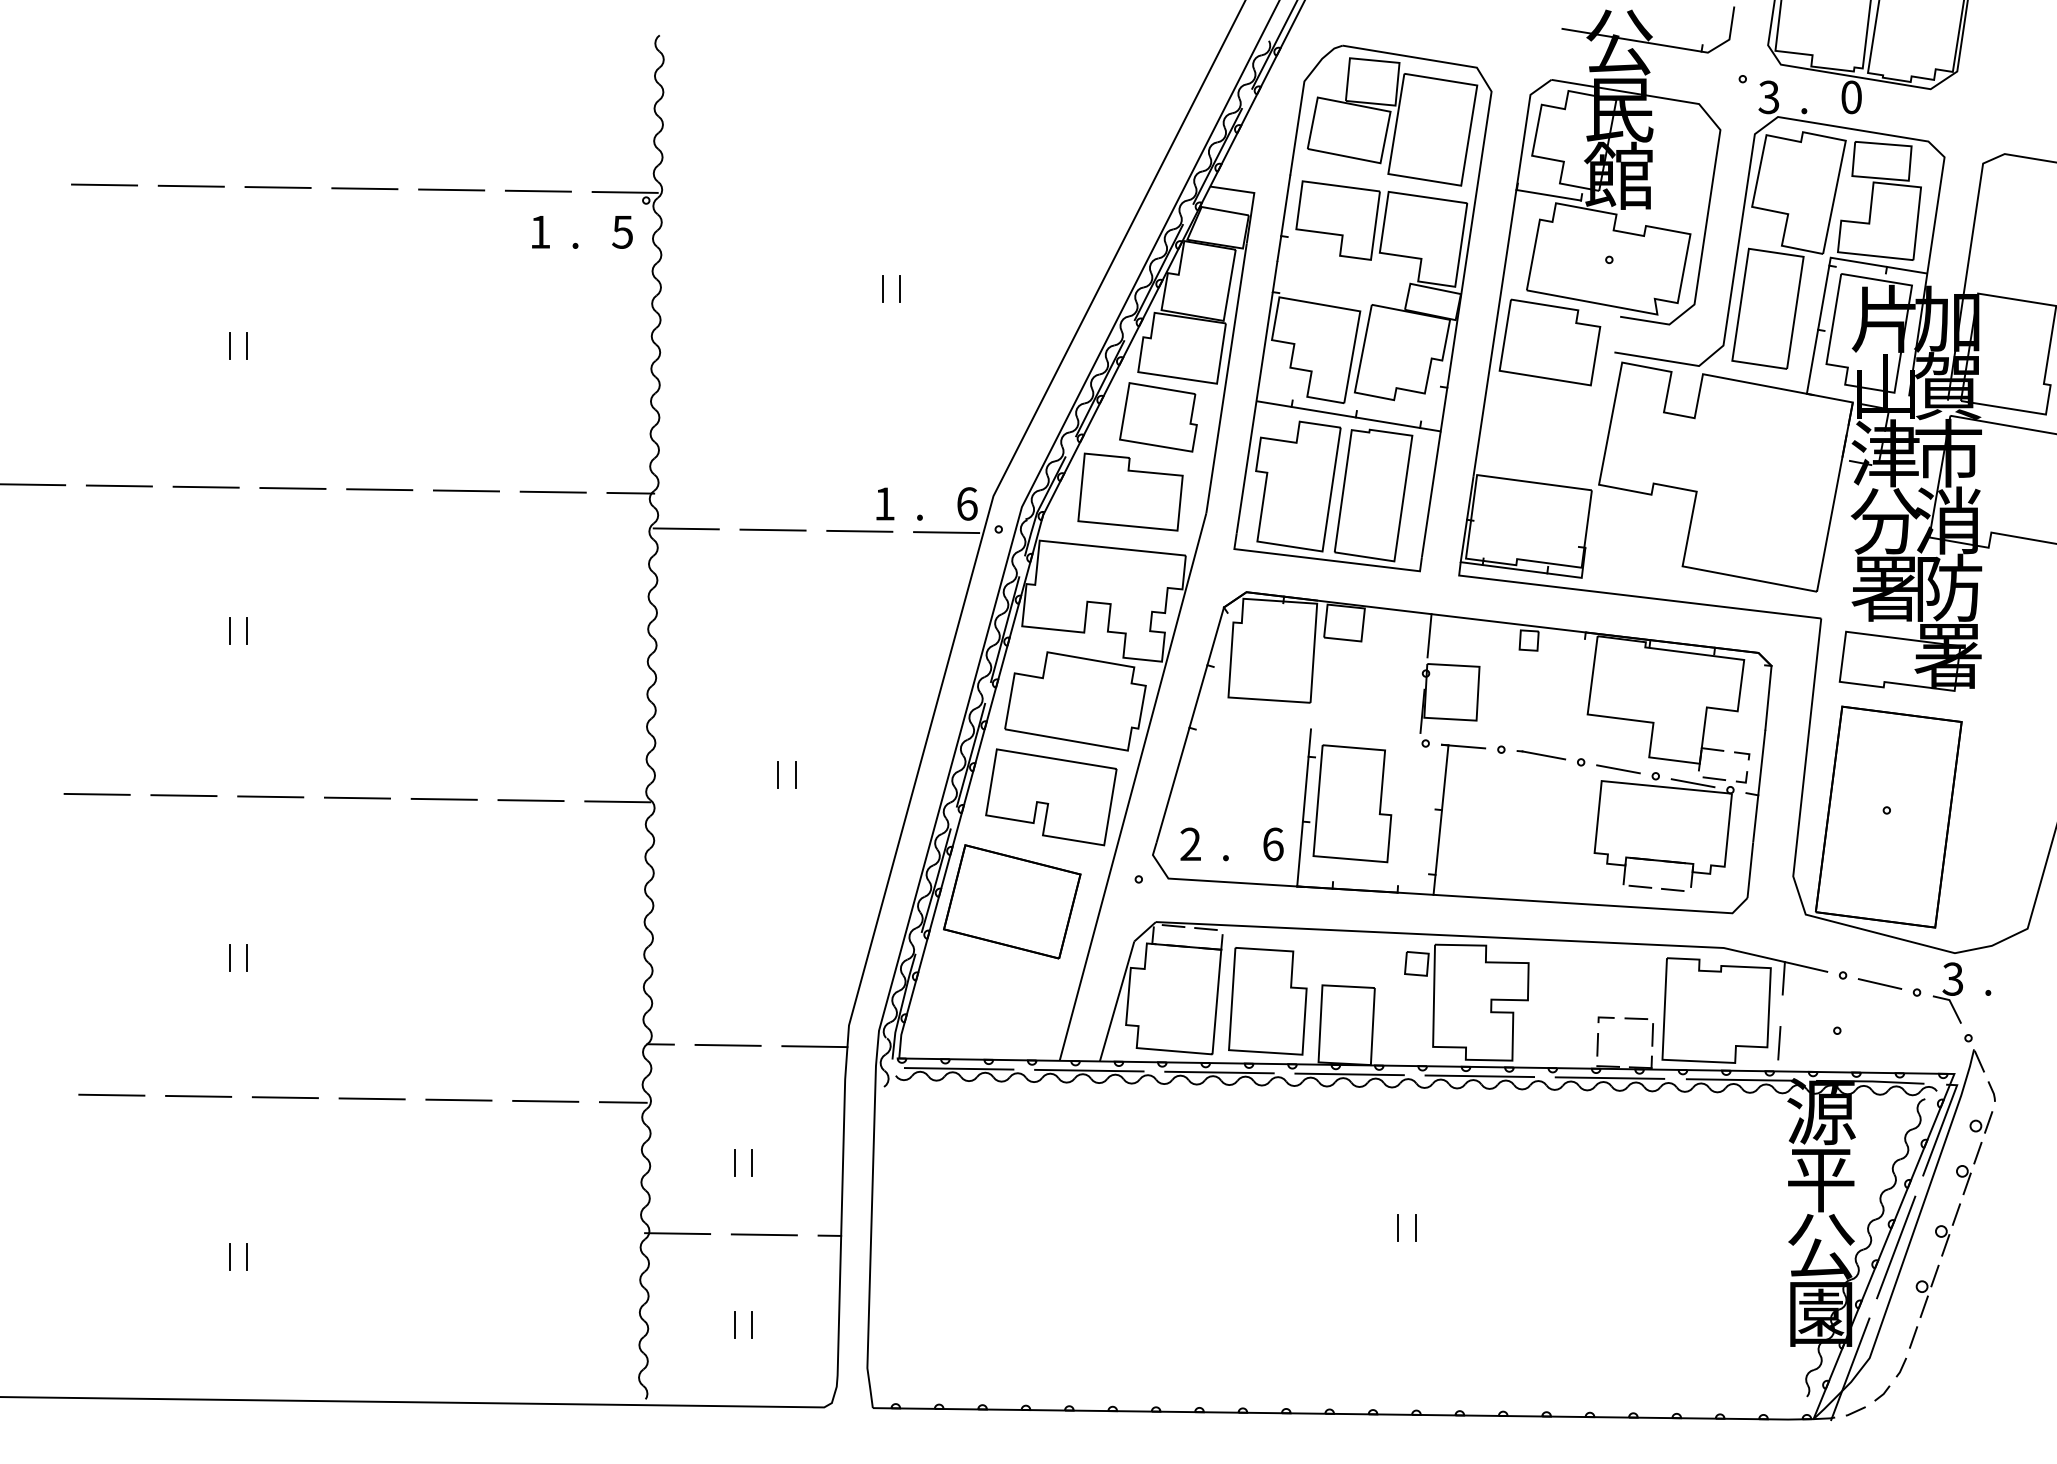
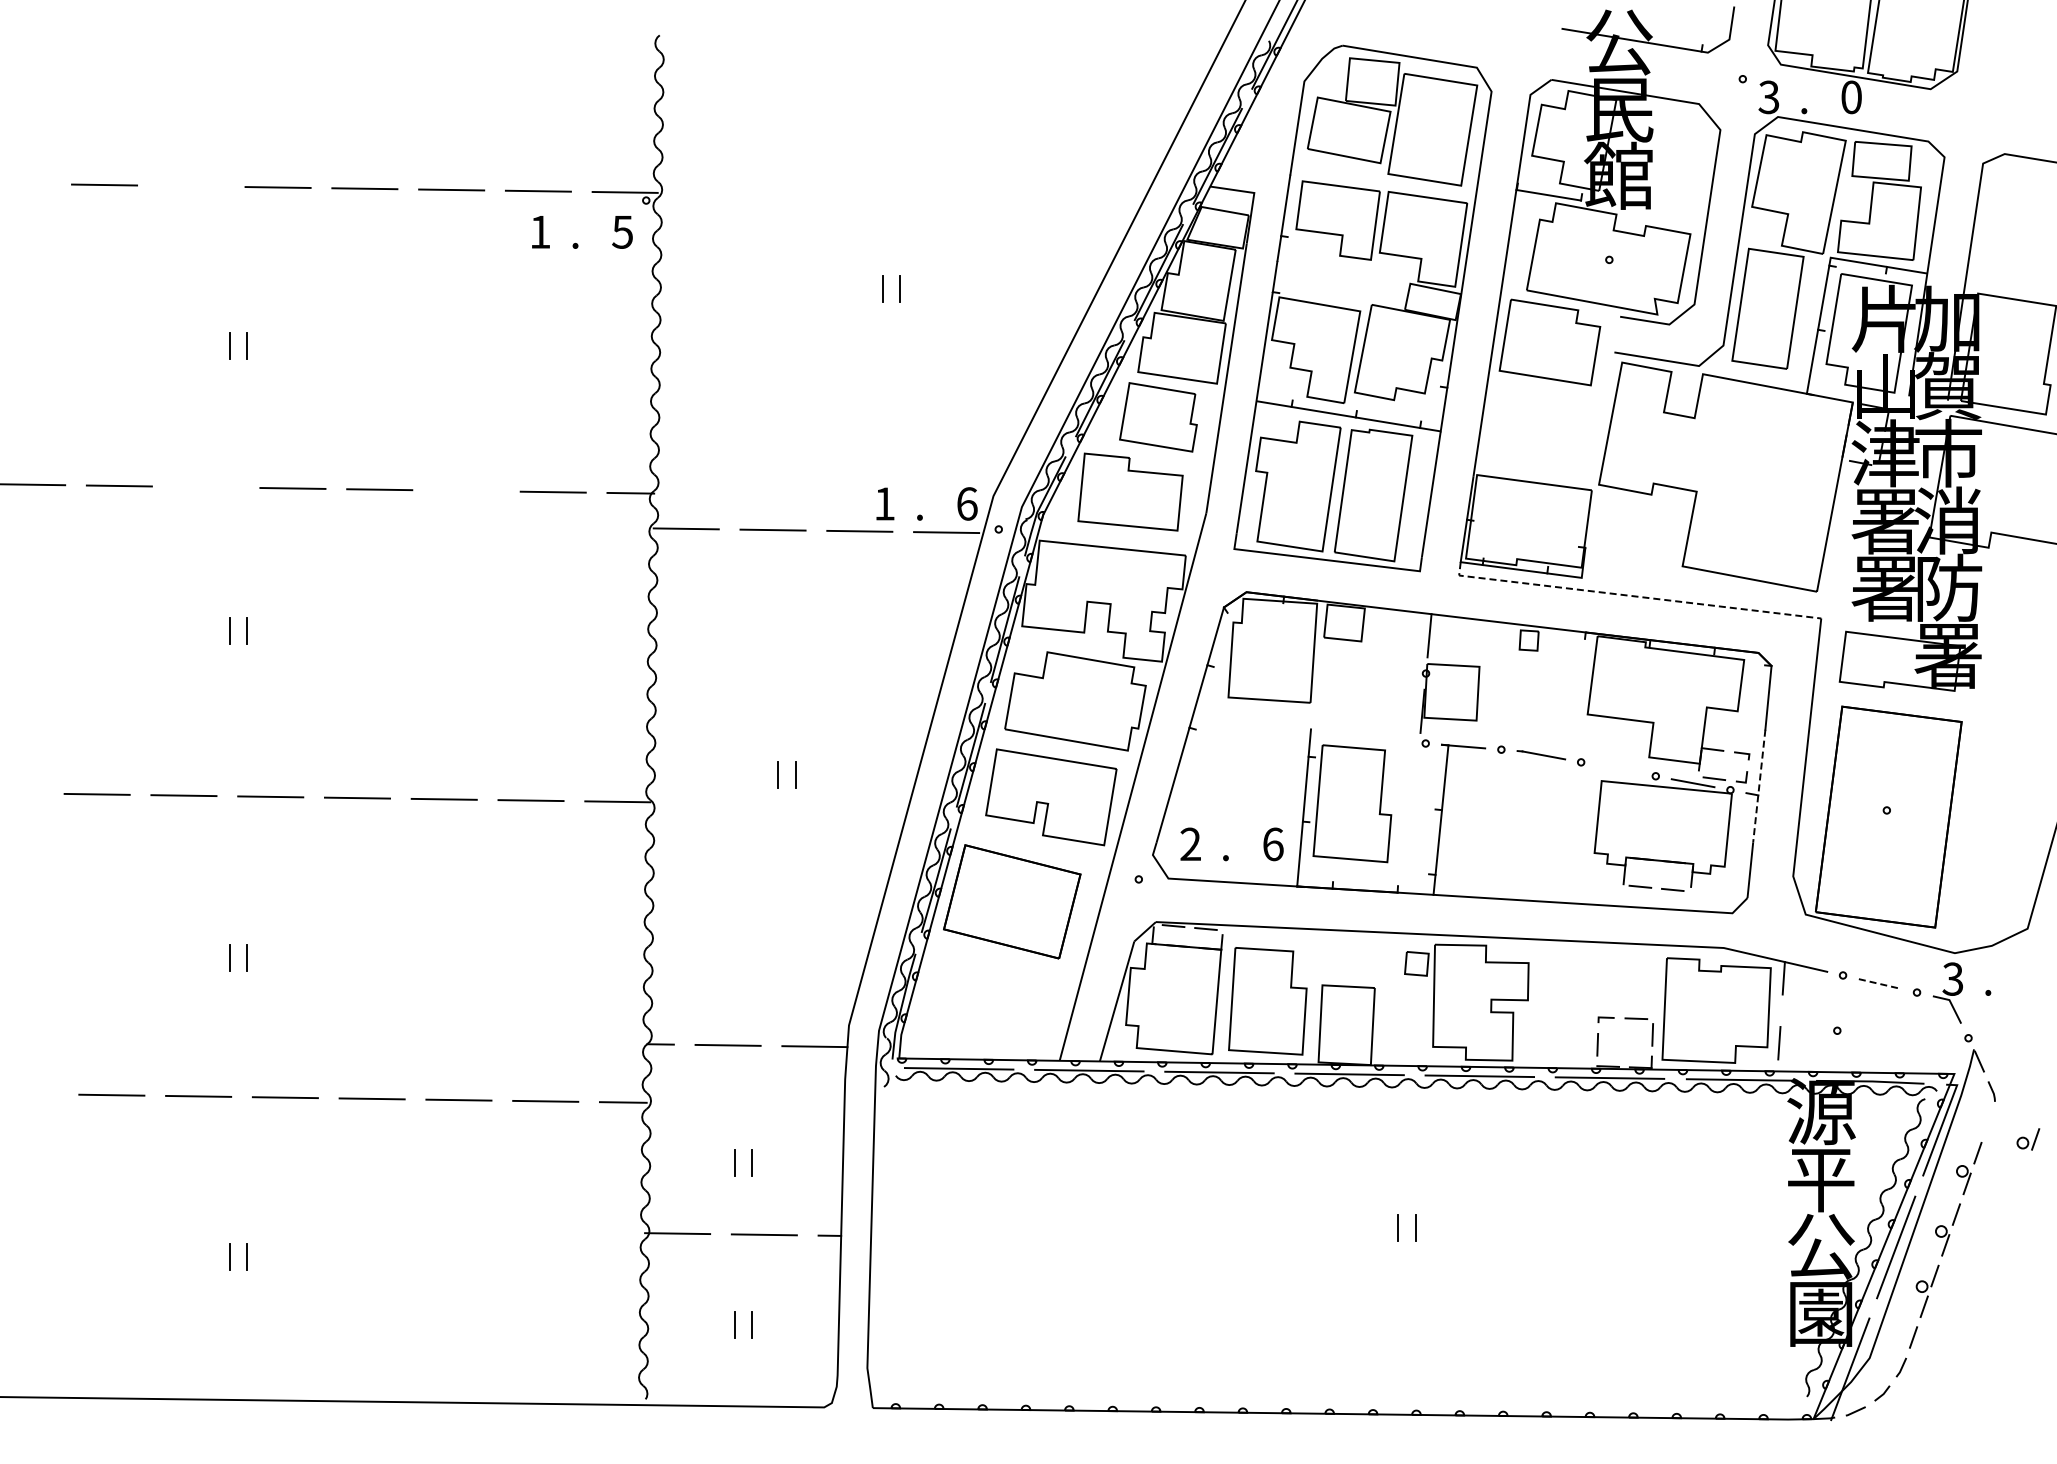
line at (190, 185): present -> none
line at (205, 486): present -> none
line at (466, 490): present -> none
text at (1885, 521): 分 -> 署
line at (1632, 596): solid -> dashed
line at (1618, 769): present -> none
line at (1759, 786): solid -> dashed
line at (1880, 984): solid -> dashed
part at (1981, 1122) position: (1981, 1122) -> (2028, 1139)
